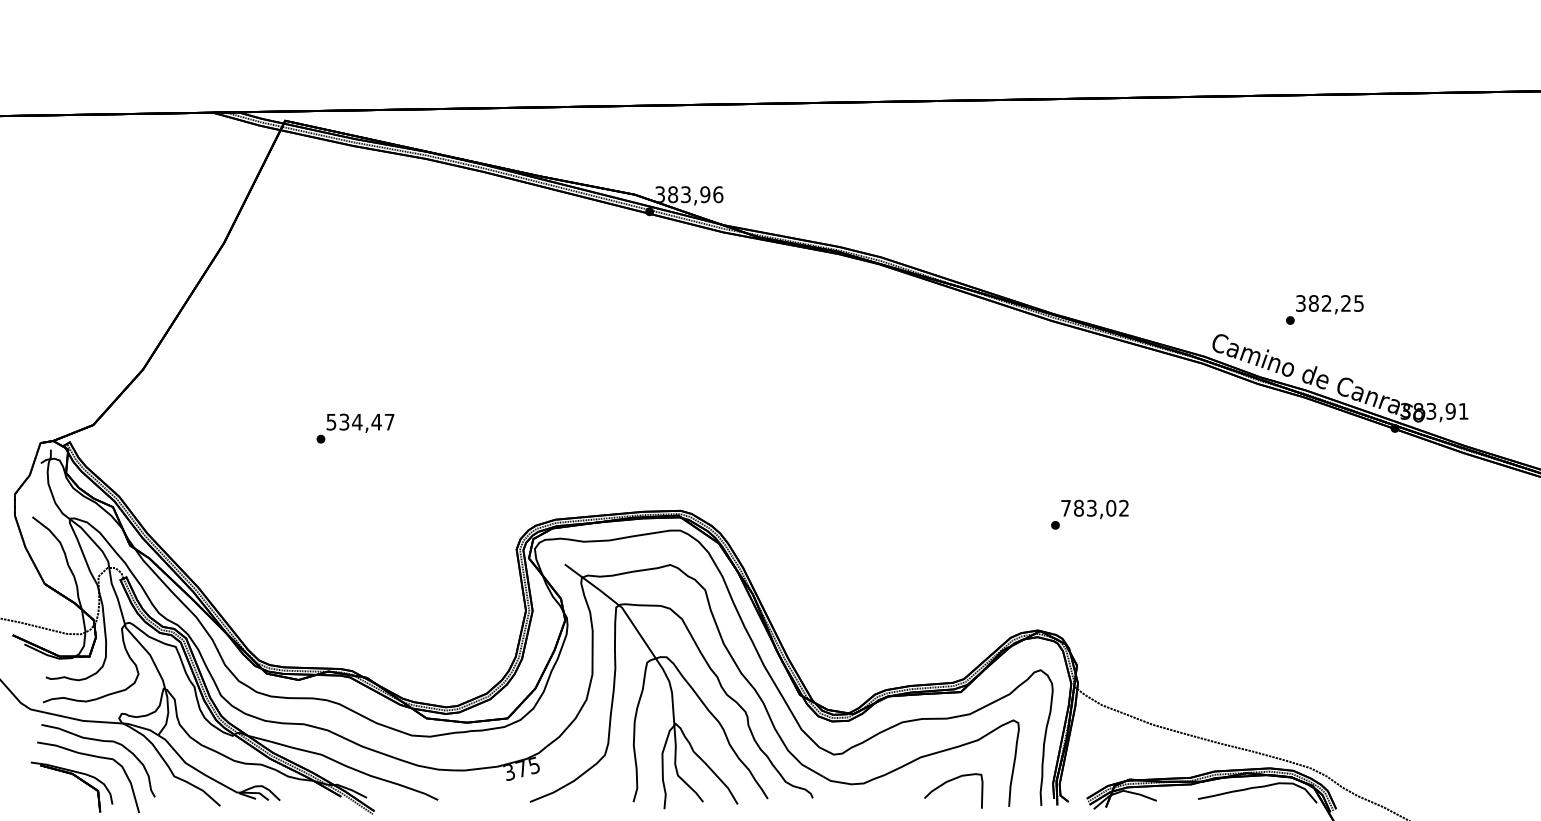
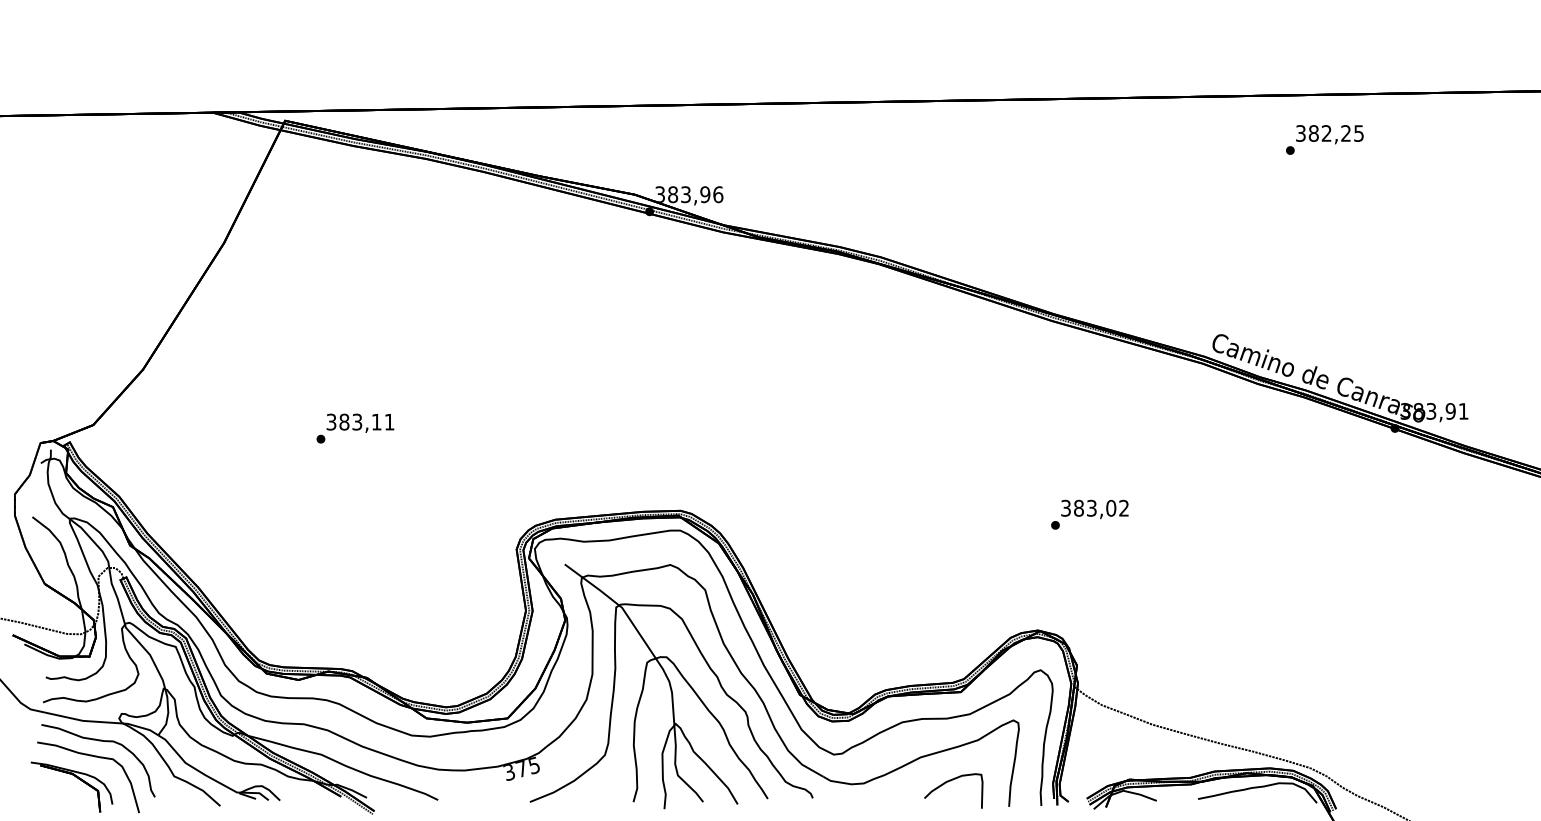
text at (1324, 309) position: (1324, 309) -> (1324, 139)
text at (360, 421): 534,47 -> 383,11
text at (1065, 507): 783,02 -> 383,02
